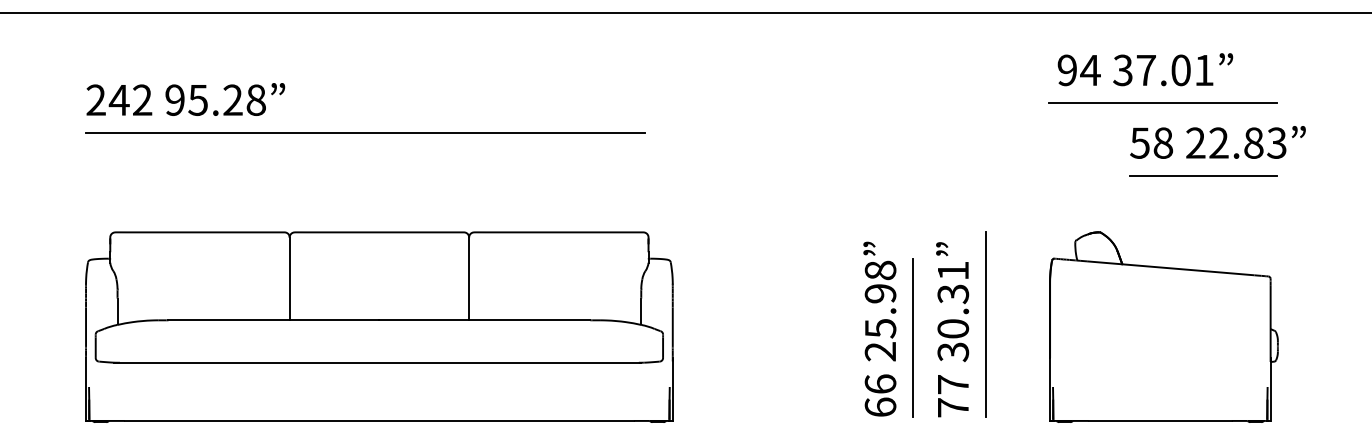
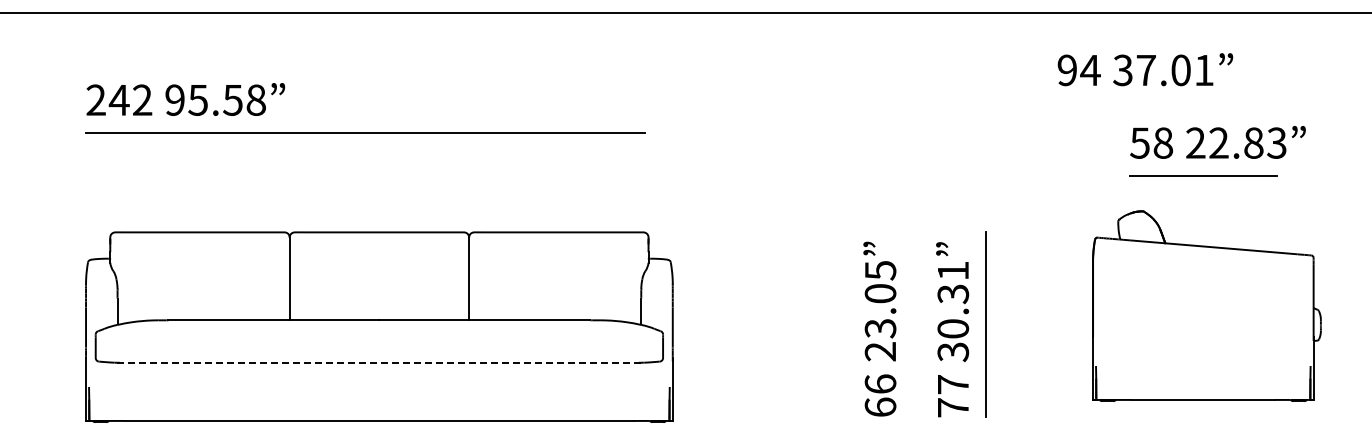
text at (232, 99): 95.28 -> 95.58
line at (1163, 103): present -> none
text at (880, 299): 25.98 -> 23.05
part at (1163, 326) position: (1163, 326) -> (1206, 305)
line at (913, 337): present -> none
line at (377, 362): solid -> dashed
